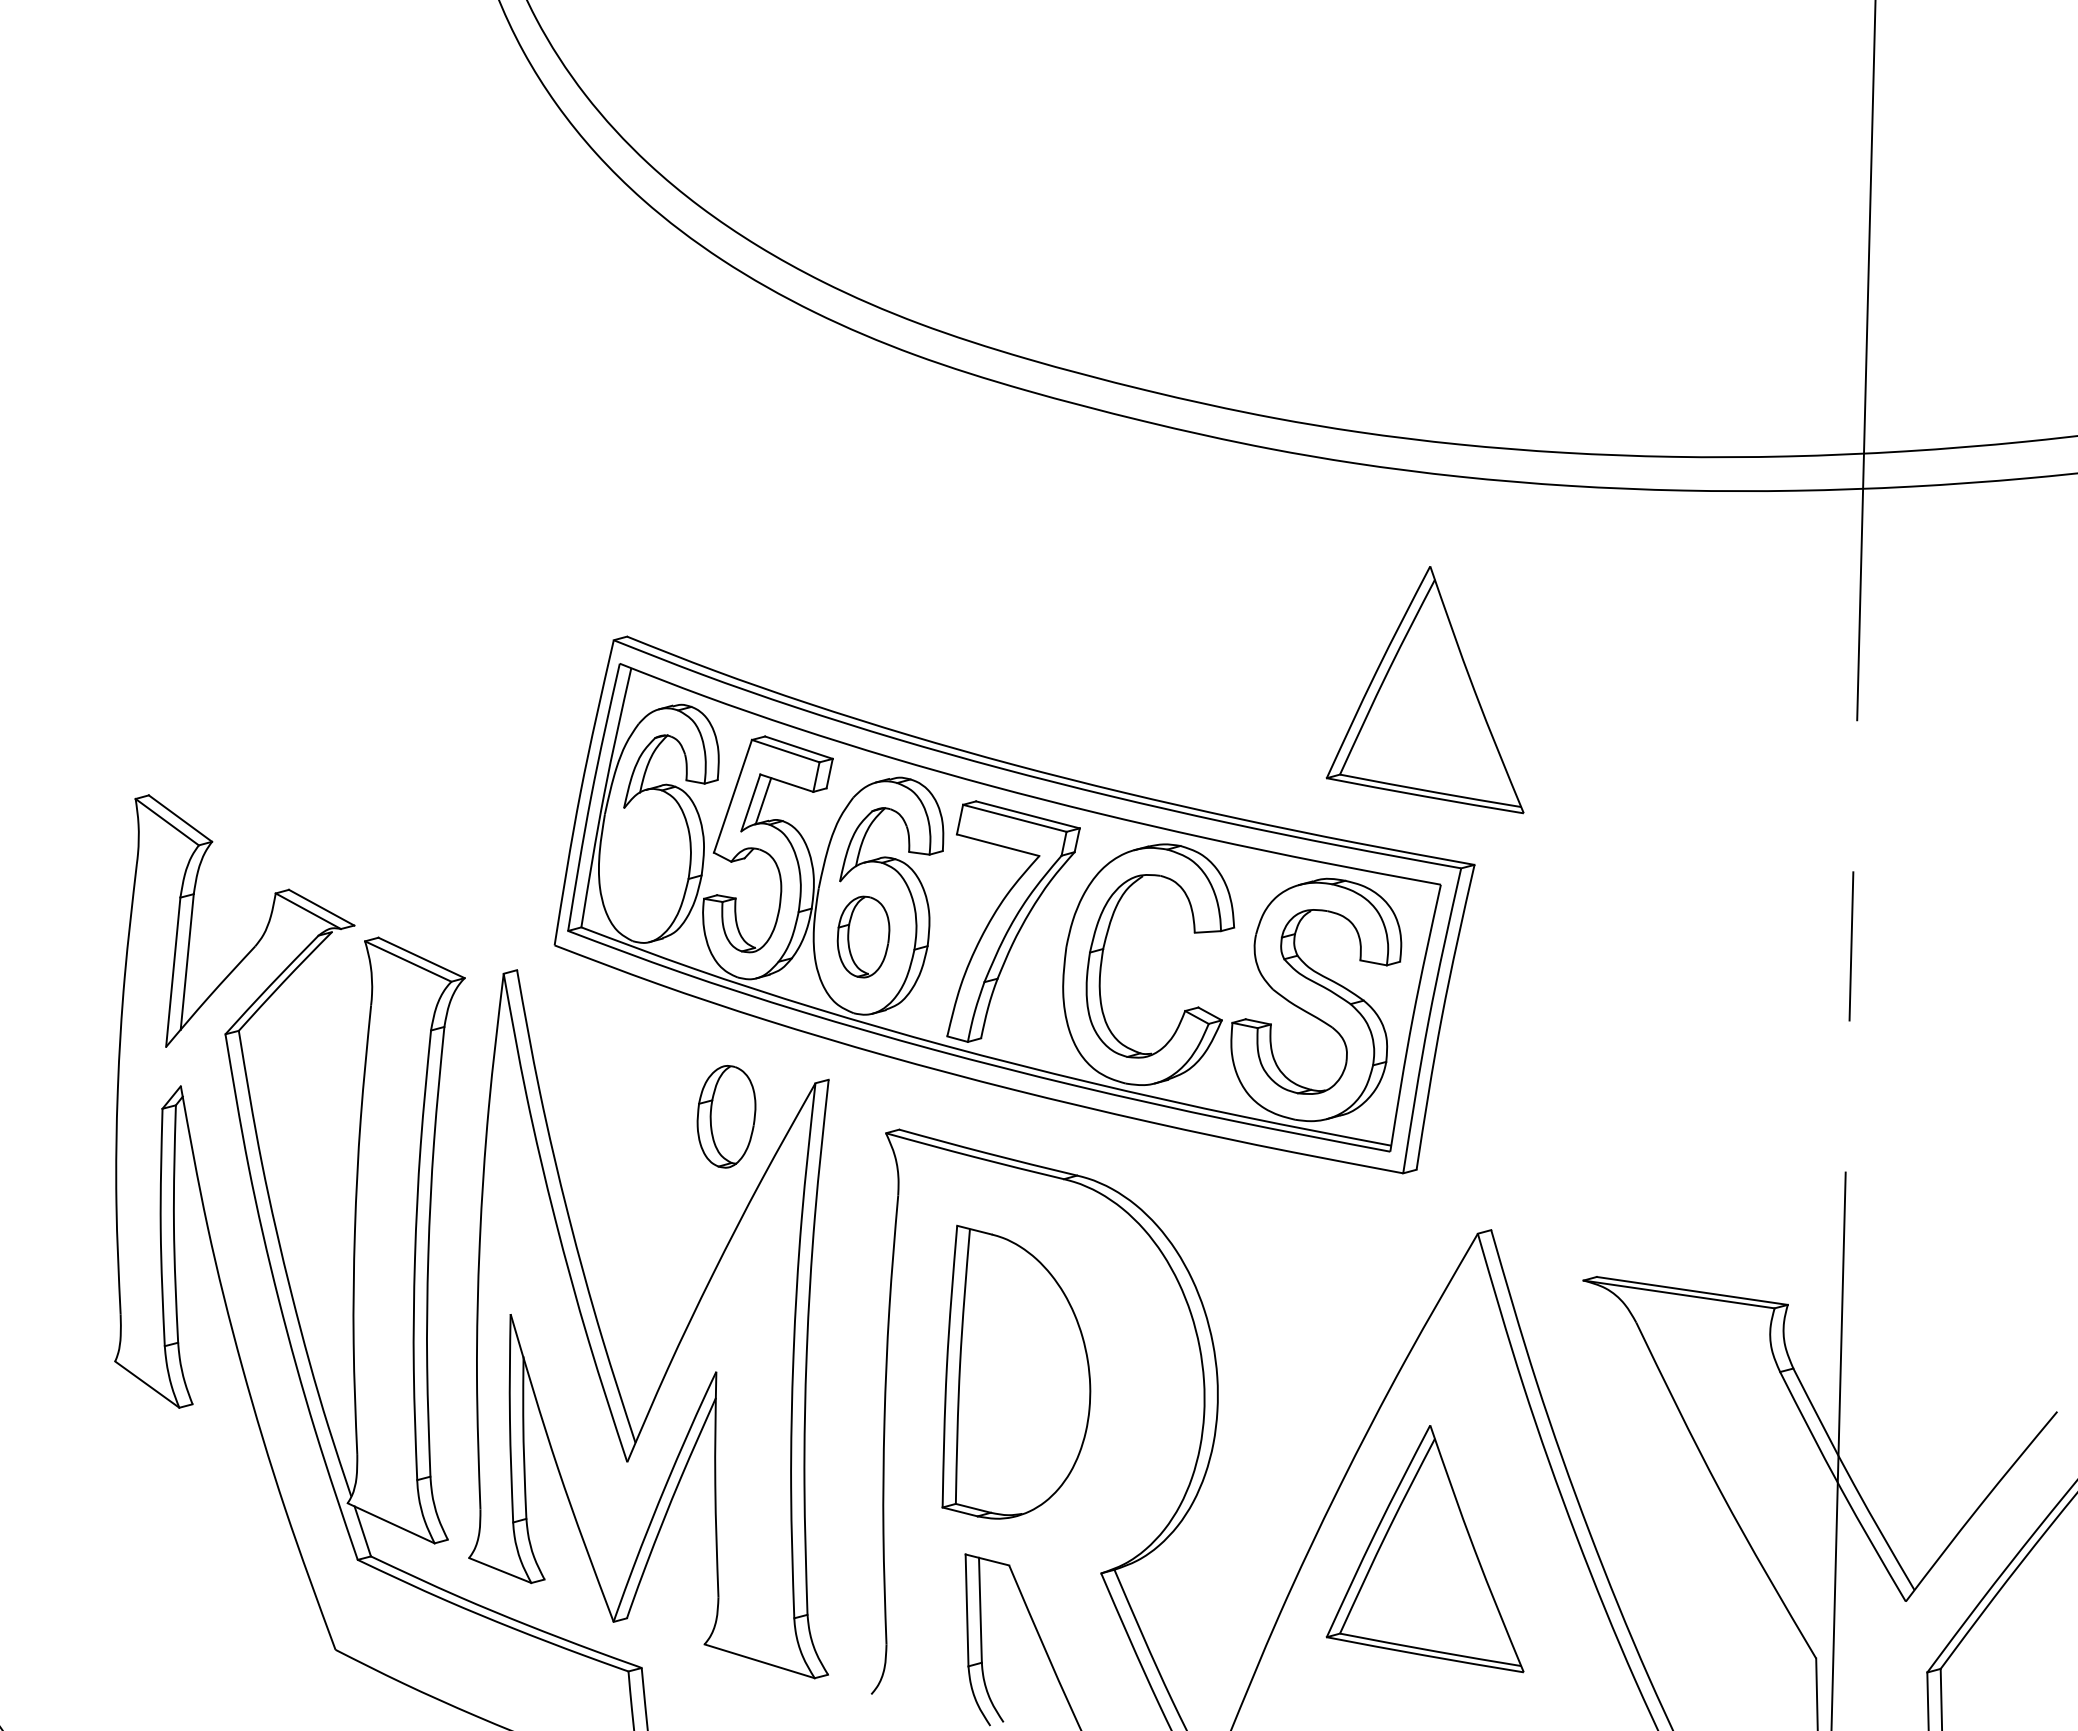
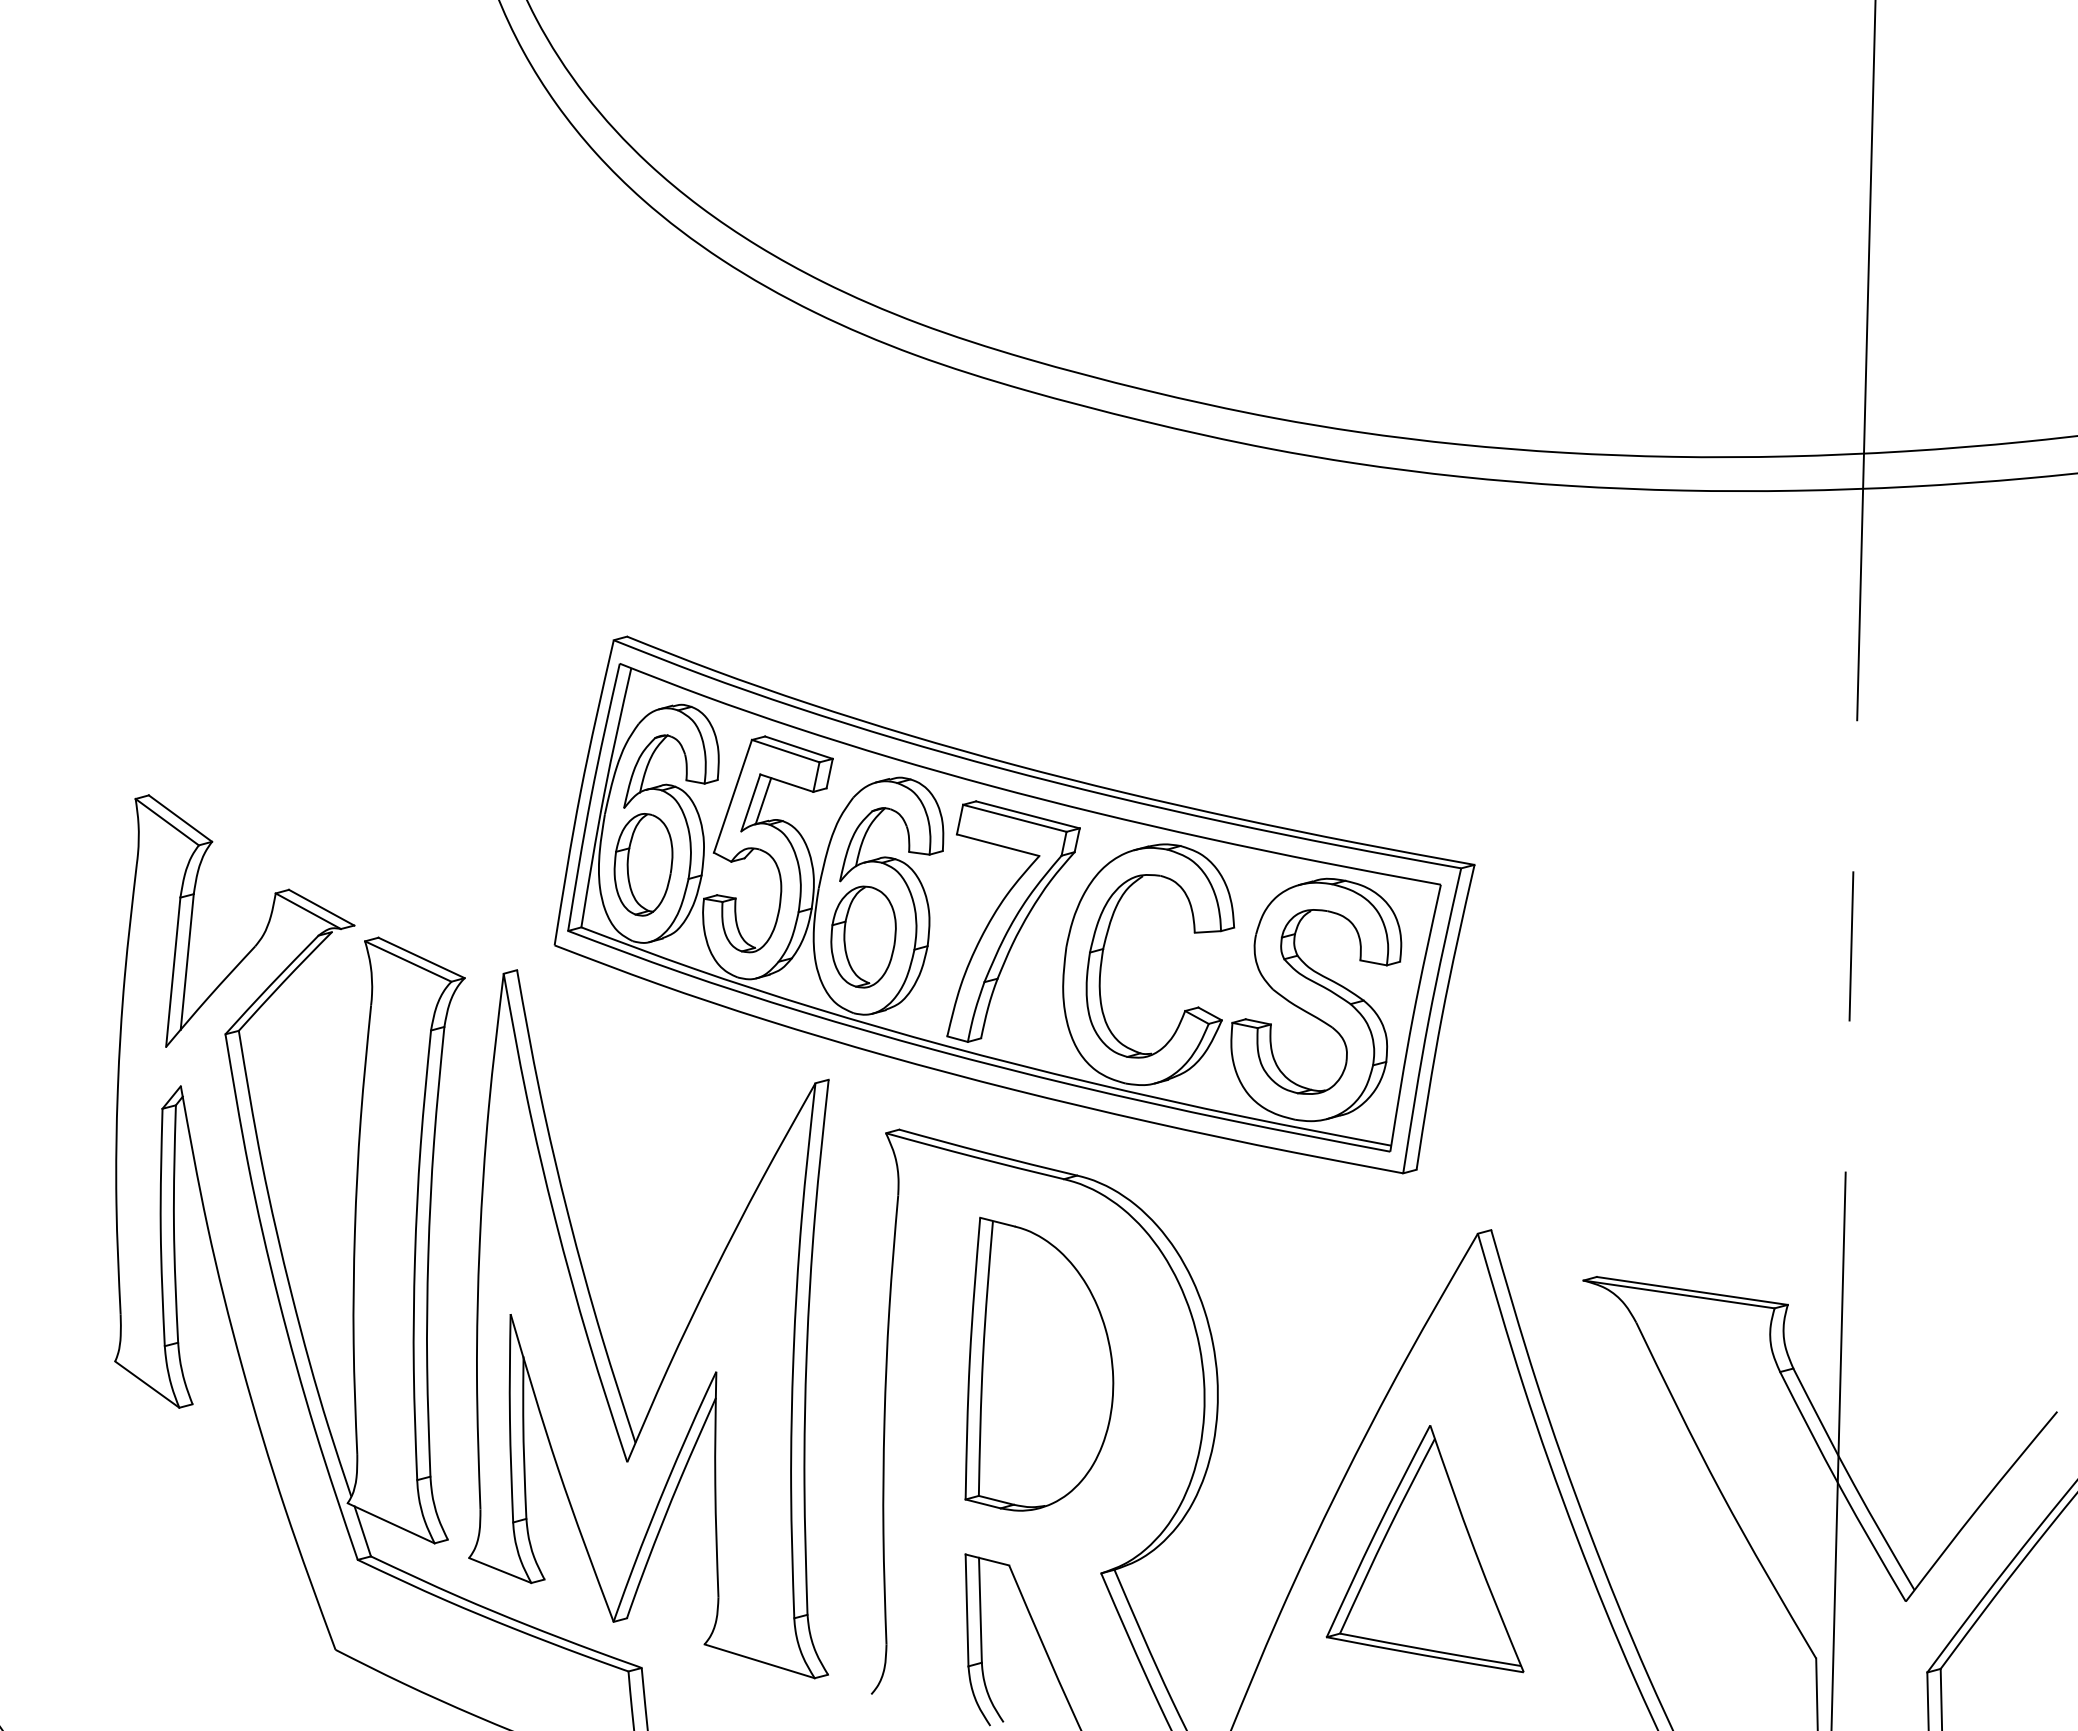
part at (1424, 690): present -> none
part at (863, 936) size: 55x84 px -> 67x104 px
part at (726, 1116) position: (726, 1116) -> (643, 864)
part at (1016, 1371) position: (1016, 1371) -> (1039, 1363)
